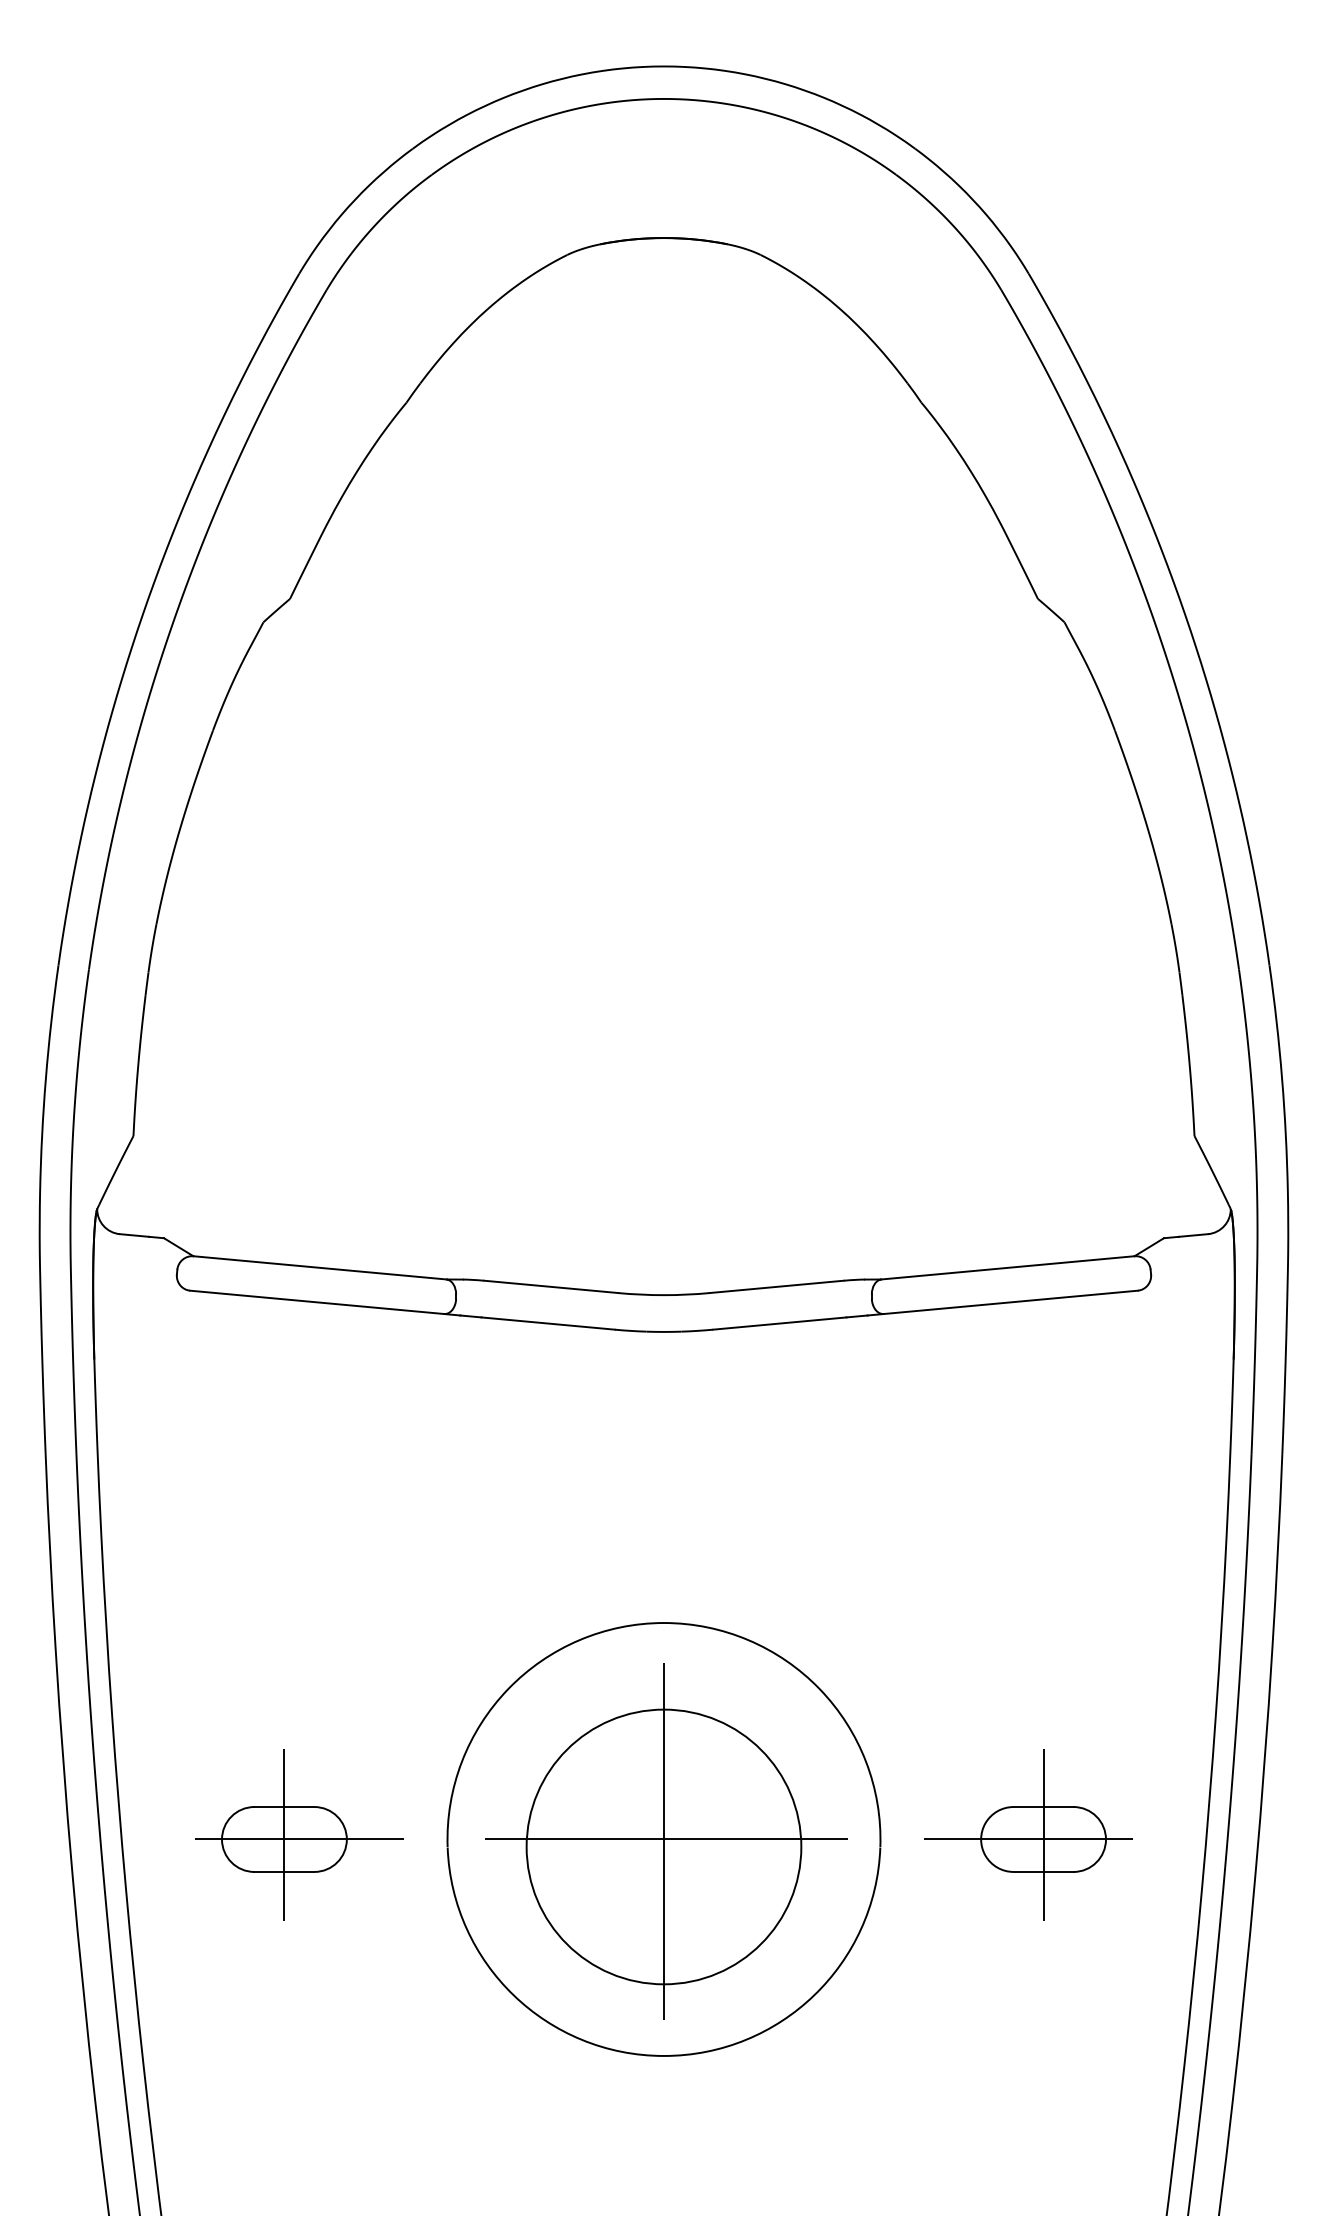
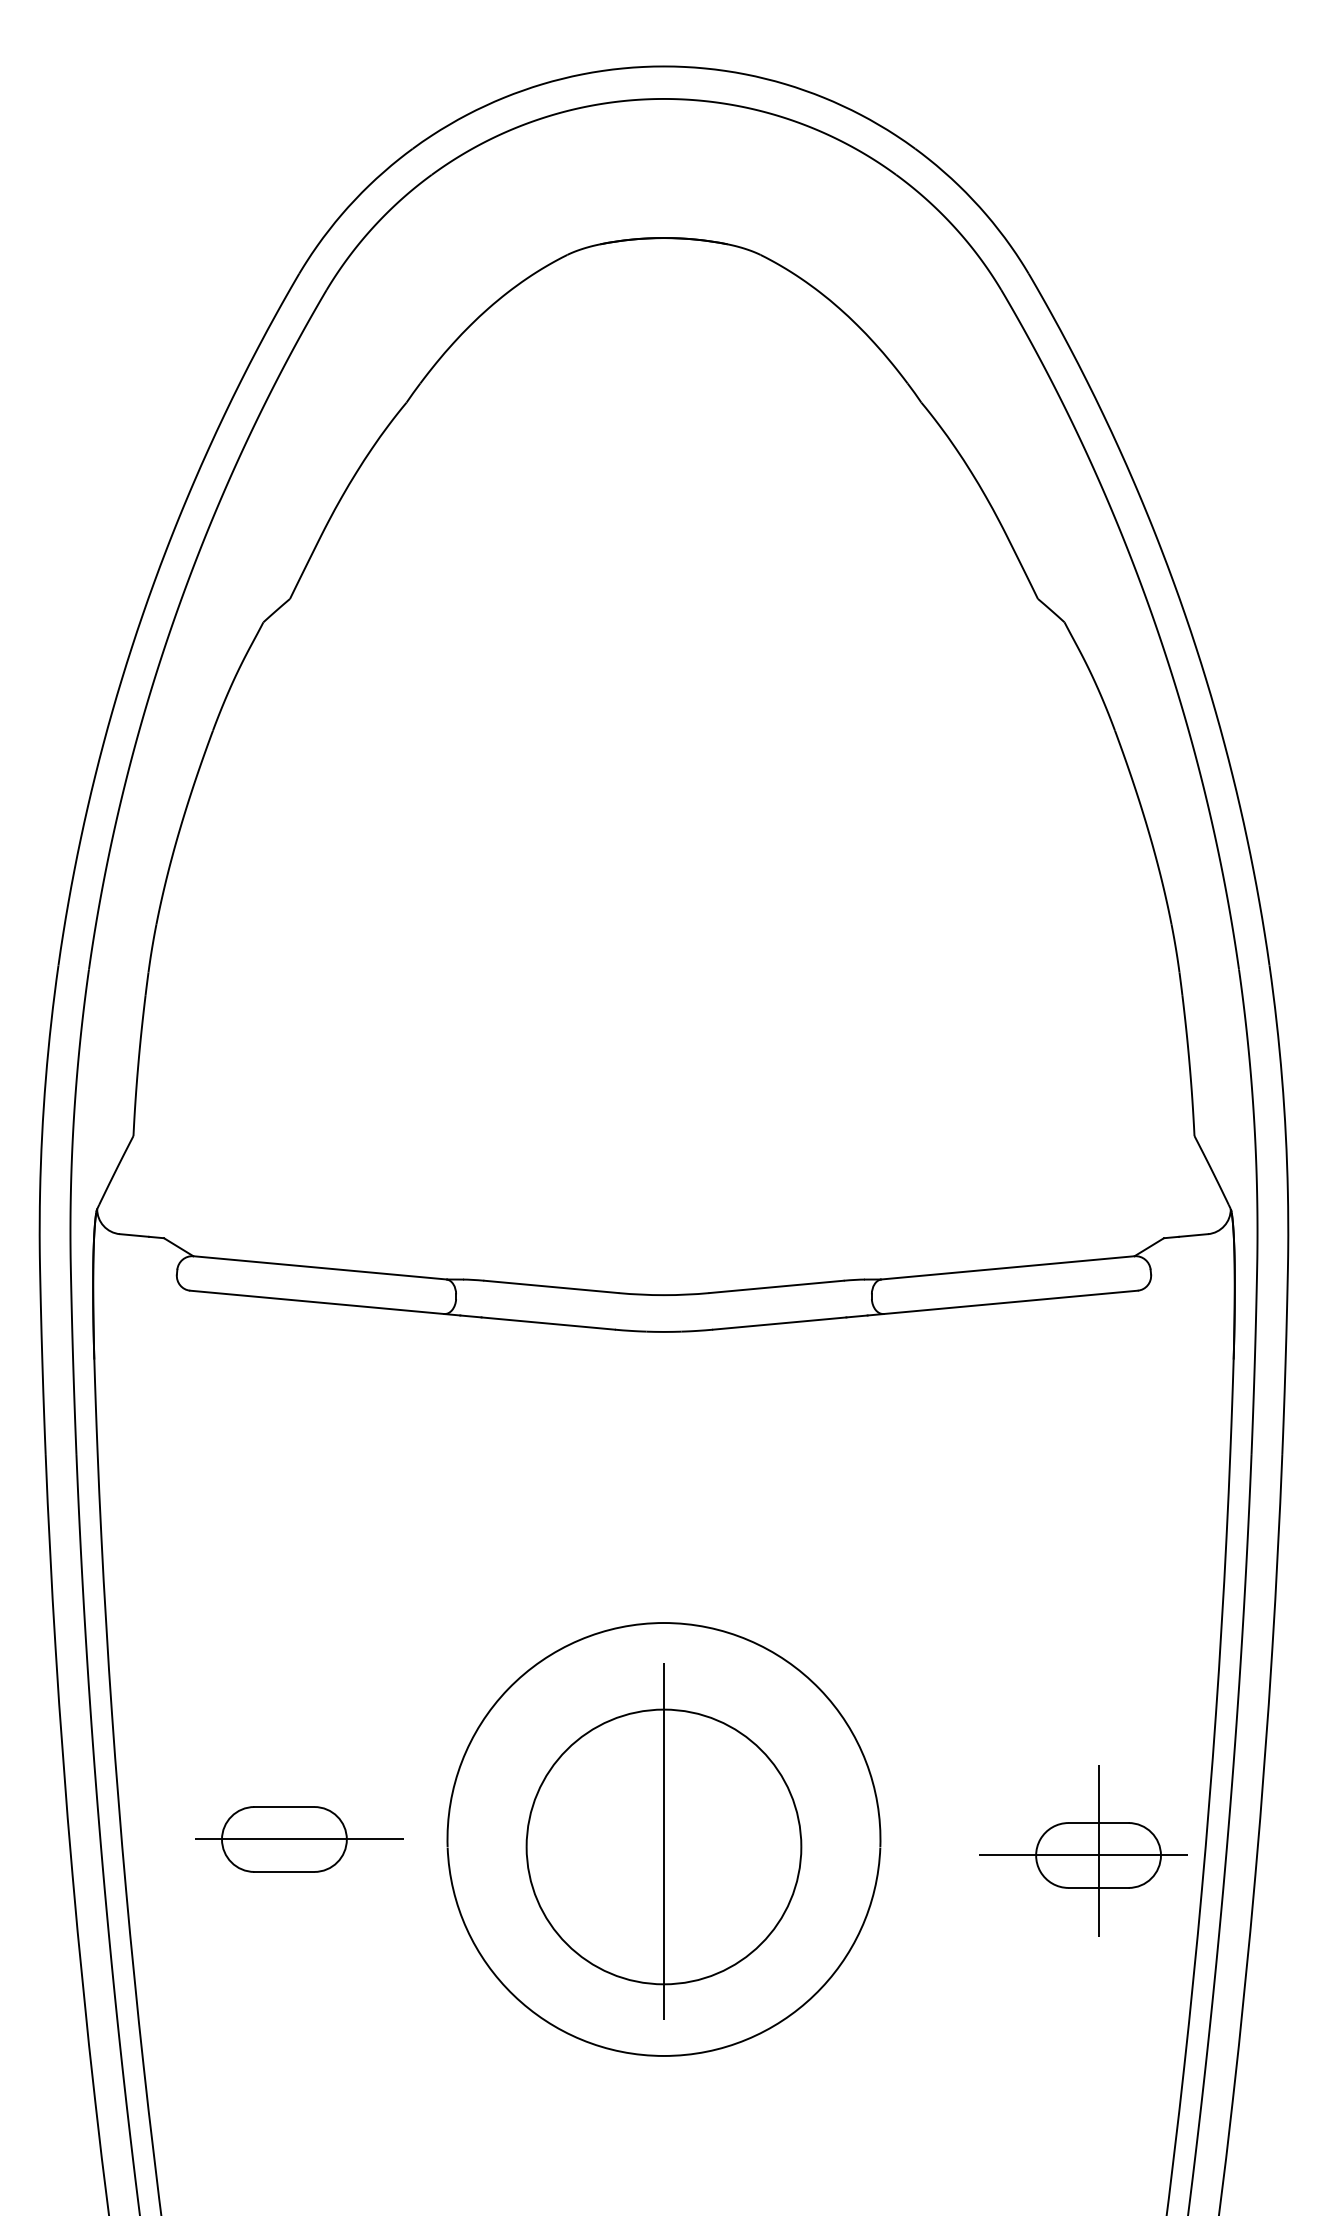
line at (284, 1834): present -> none
part at (1028, 1834) position: (1028, 1834) -> (1083, 1850)
line at (666, 1839): present -> none
